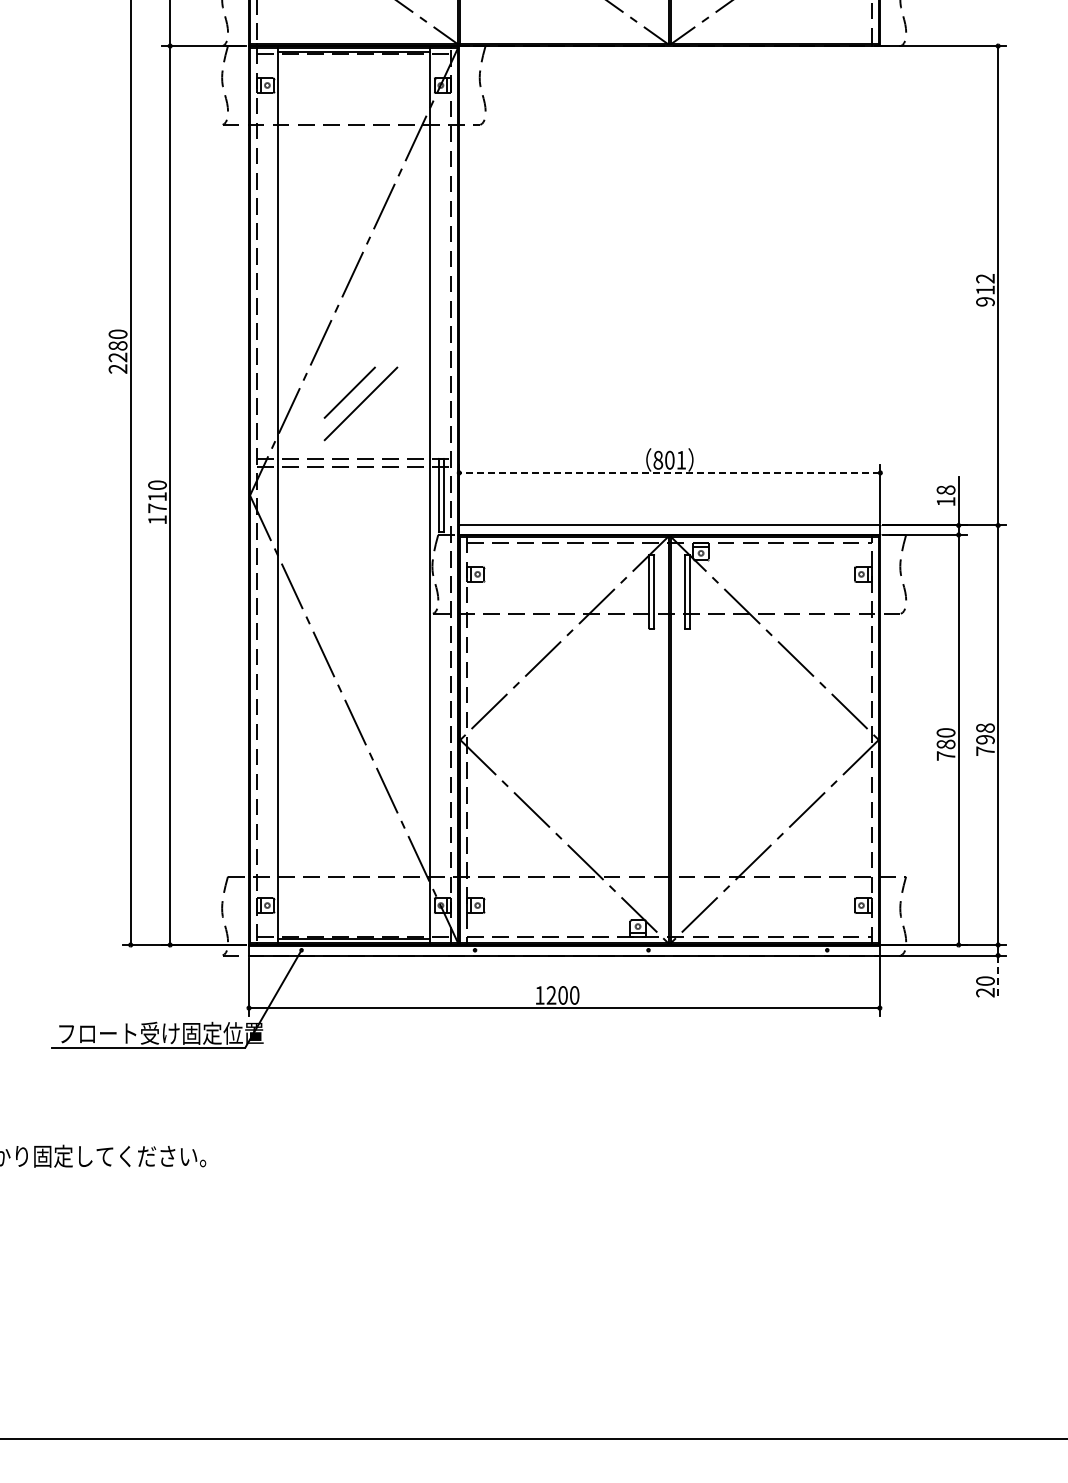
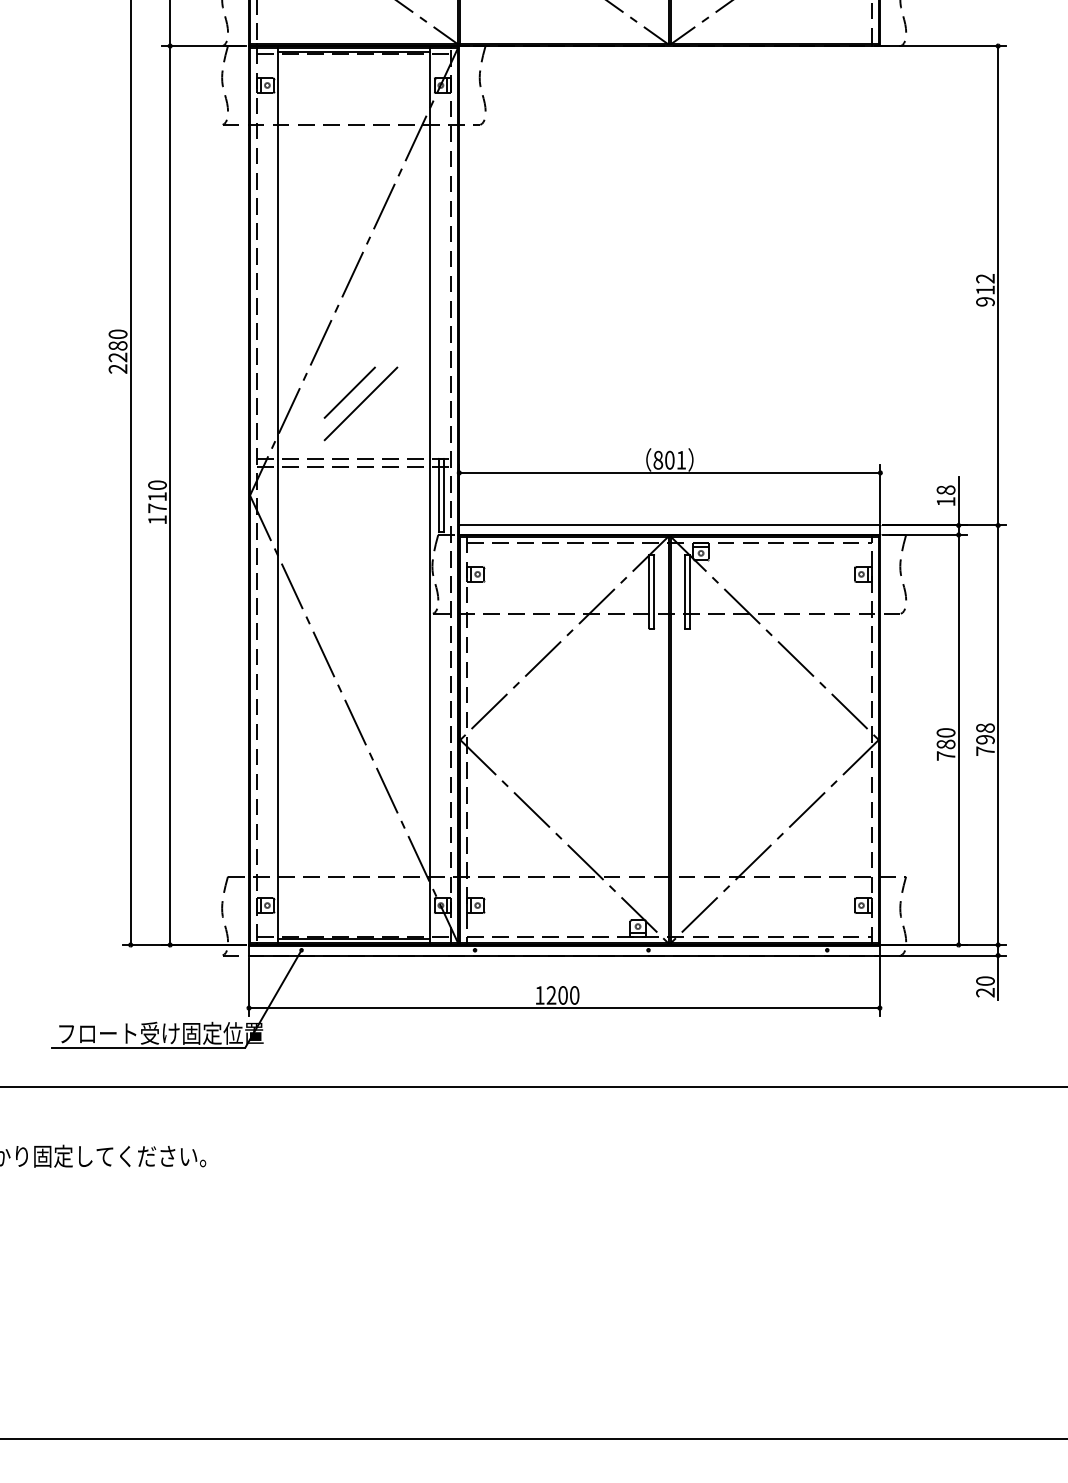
line at (669, 472): dashed -> solid
line at (998, 978): dashed -> solid
line at (533, 1086): none -> present
